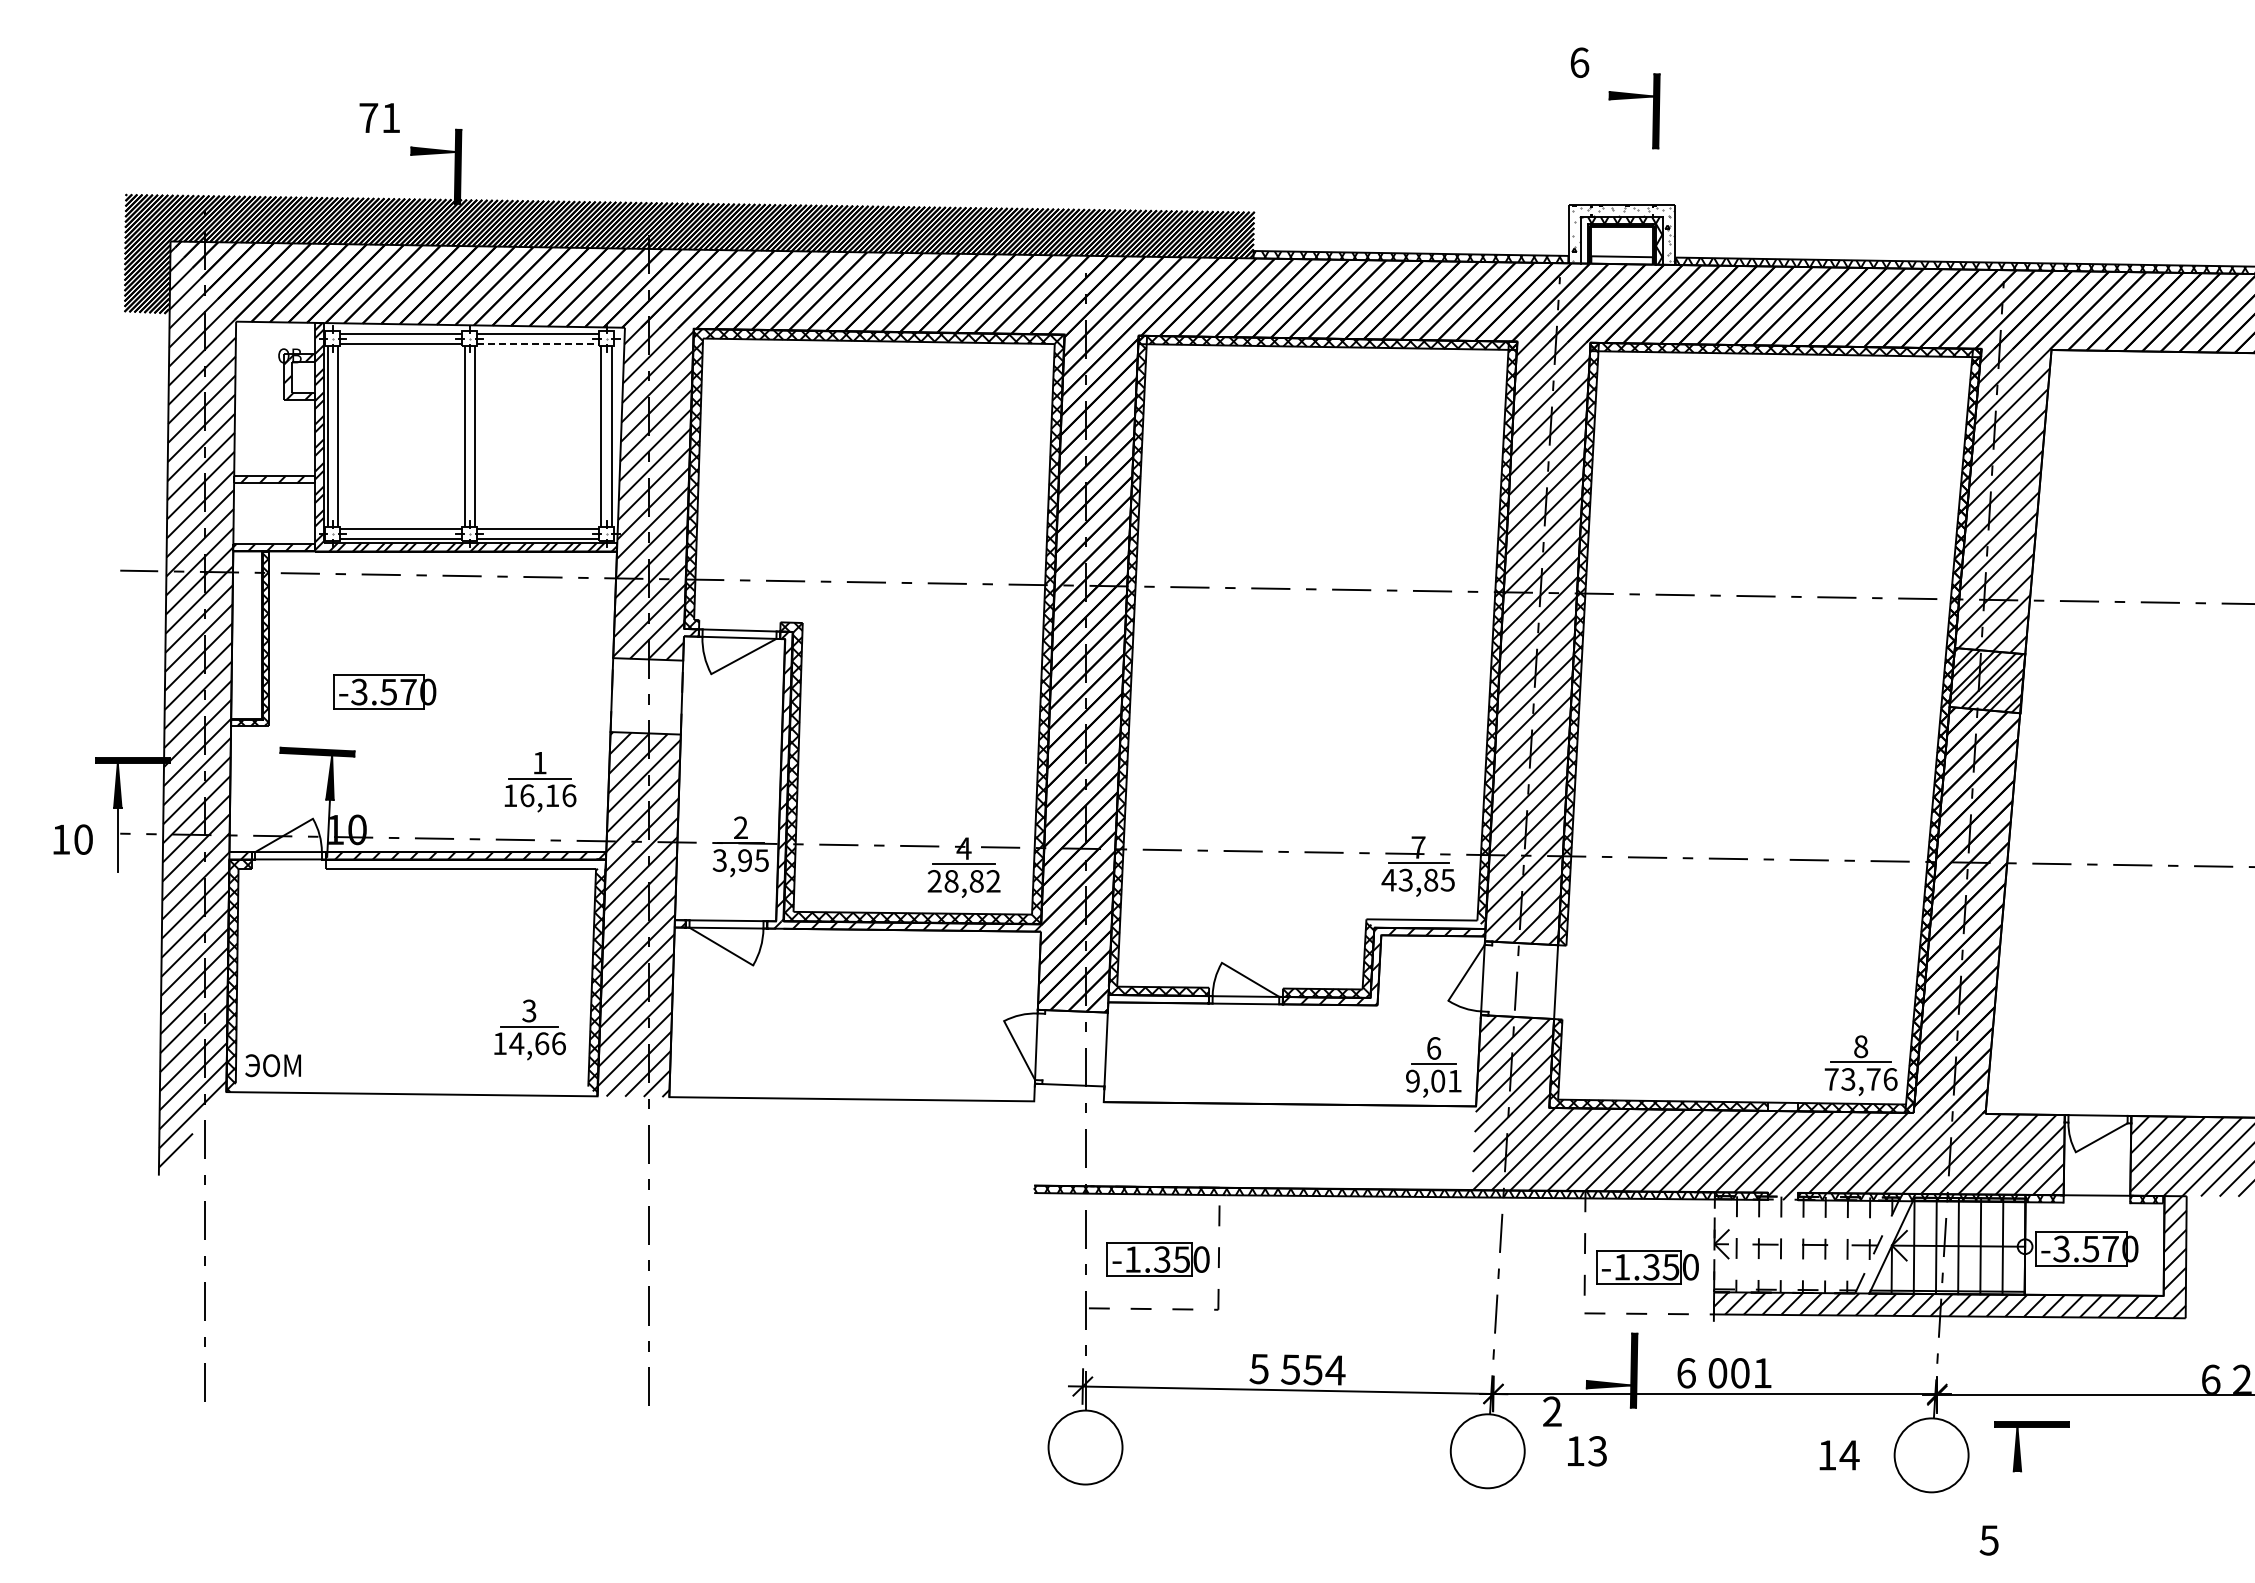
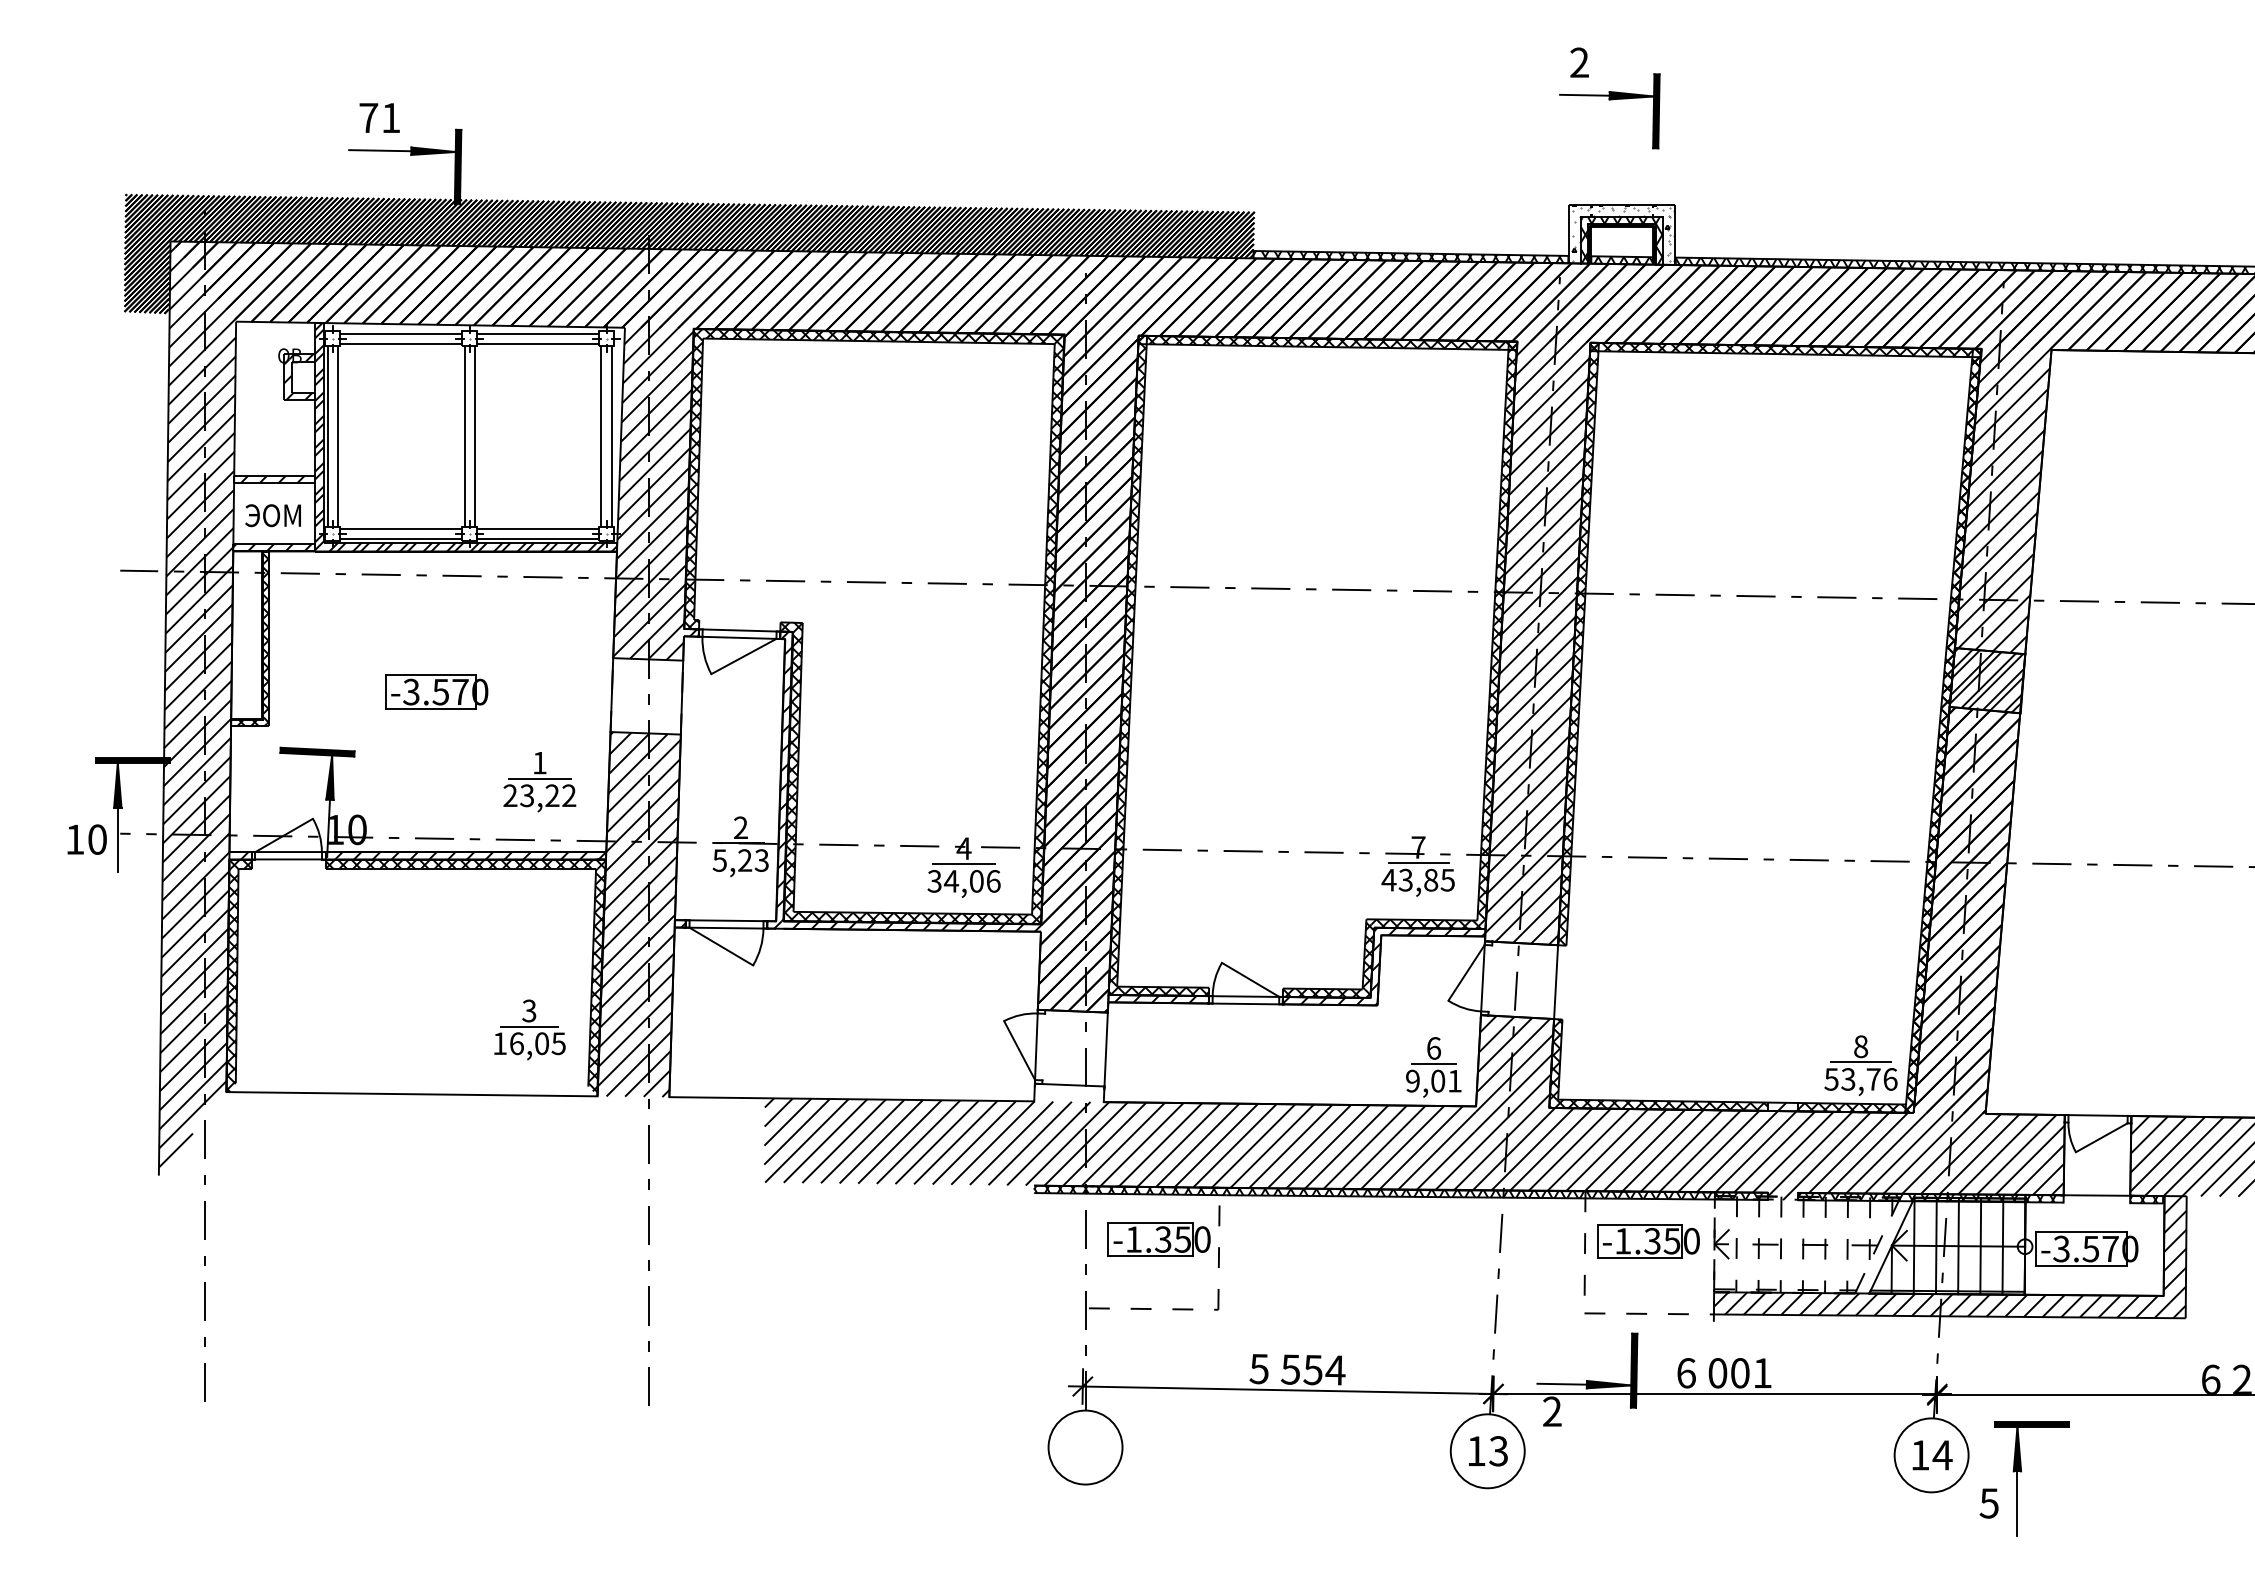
text at (1579, 62): 6 -> 2
line at (1584, 94): none -> present
line at (380, 150): none -> present
hatch at (1584, 240): none -> present
hatch at (1623, 260): none -> present
line at (538, 344): dashed -> solid
part at (384, 691) position: (384, 691) -> (436, 691)
text at (539, 795): 16,16 -> 23,22
text at (72, 839) position: (72, 839) -> (86, 839)
text at (740, 860): 3,95 -> 5,23
hatch at (465, 863): none -> present
text at (963, 881): 28,82 -> 34,06
hatch at (1426, 923): none -> present
hatch at (1161, 999): none -> present
text at (537, 1043): 14,66 -> 16,05
text at (272, 1065) position: (272, 1065) -> (272, 515)
text at (1831, 1079): 73,76 -> 53,76
hatch at (1119, 1144): none -> present
part at (1157, 1259) position: (1157, 1259) -> (1158, 1239)
part at (1647, 1267) position: (1647, 1267) -> (1648, 1241)
line at (1561, 1383): none -> present
text at (1587, 1451) position: (1587, 1451) -> (1488, 1451)
text at (1839, 1455) position: (1839, 1455) -> (1932, 1455)
line at (2017, 1503): none -> present
text at (1988, 1540) position: (1988, 1540) -> (1988, 1503)
